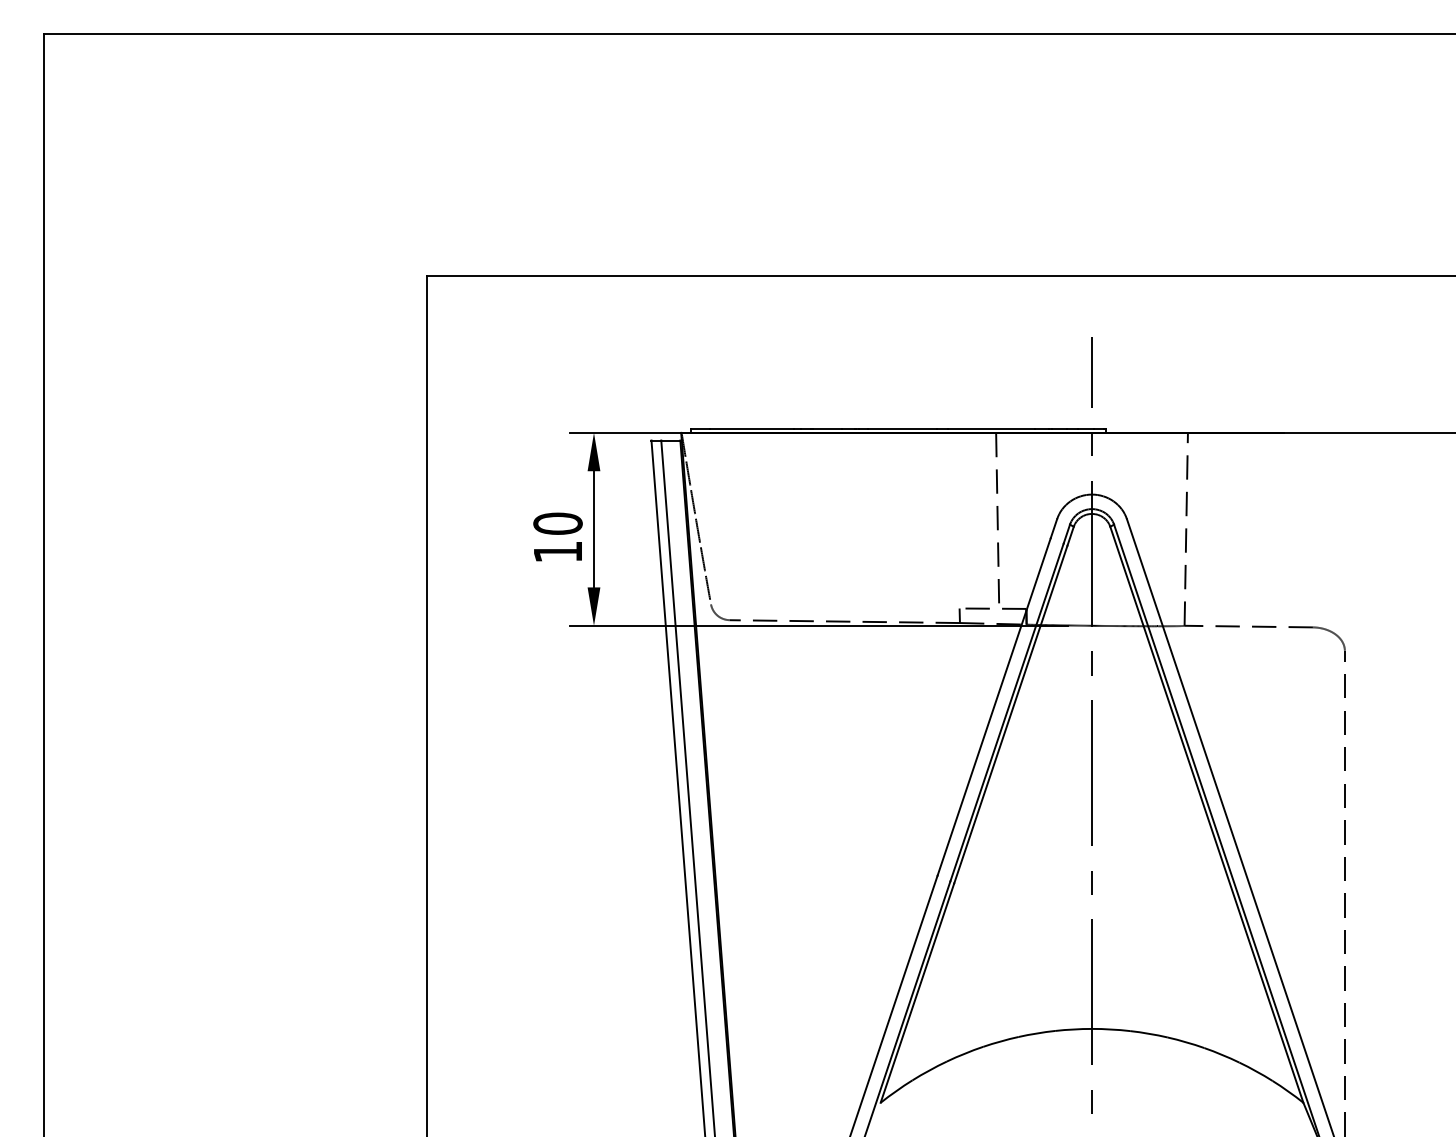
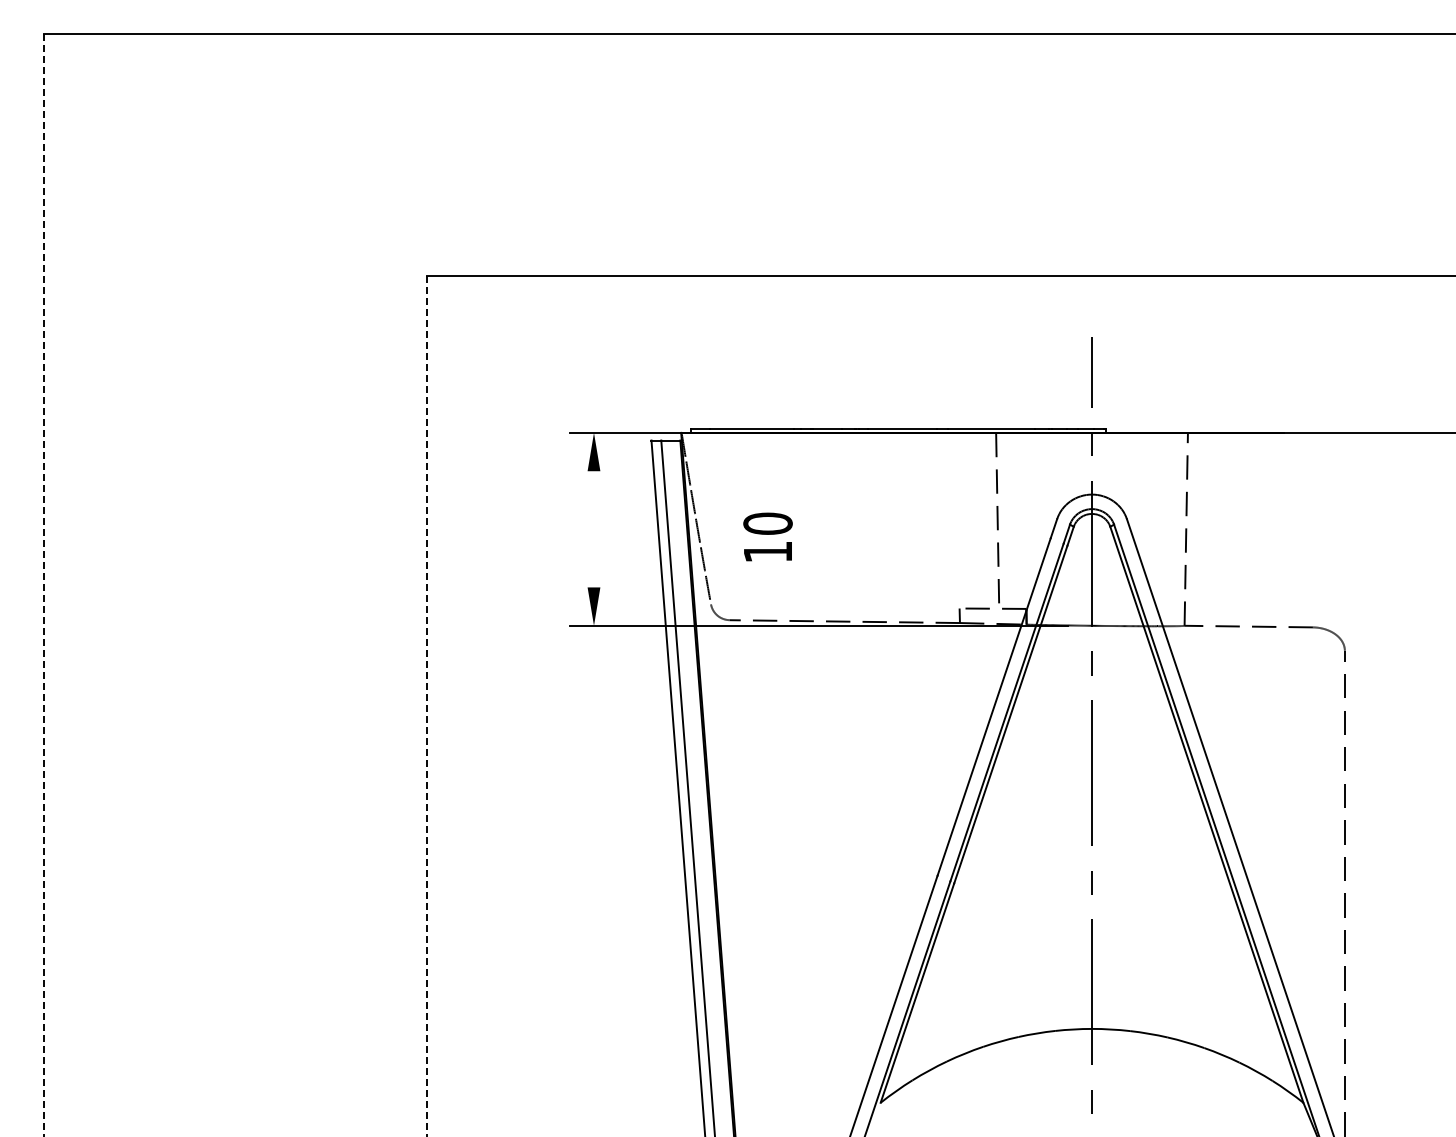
line at (594, 529): present -> none
text at (557, 536) position: (557, 536) -> (767, 536)
line at (43, 585): solid -> dashed
line at (427, 706): solid -> dashed
